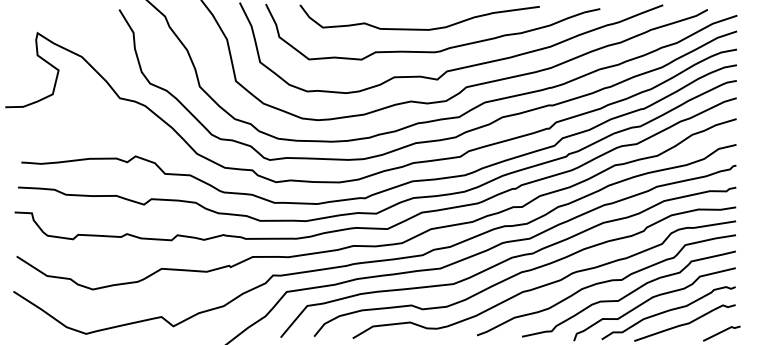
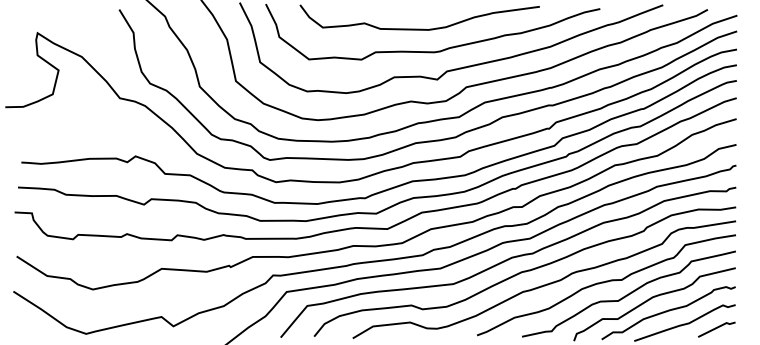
line at (721, 333) position: (721, 333) -> (716, 329)
